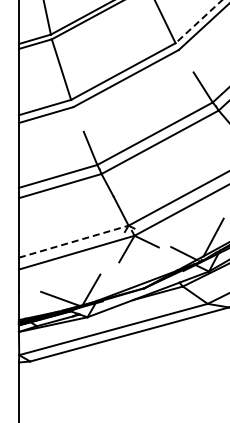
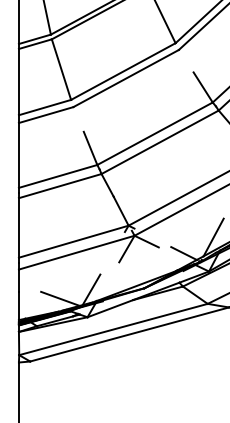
line at (198, 22): dashed -> solid
line at (74, 241): dashed -> solid
